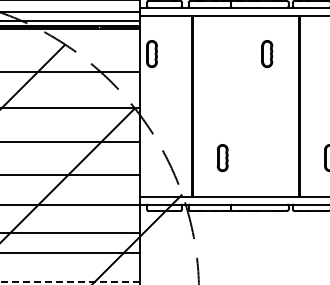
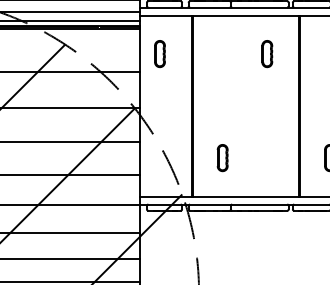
part at (151, 54) position: (151, 54) -> (159, 54)
line at (70, 252) position: (70, 252) -> (70, 258)
line at (69, 281): dashed -> solid
